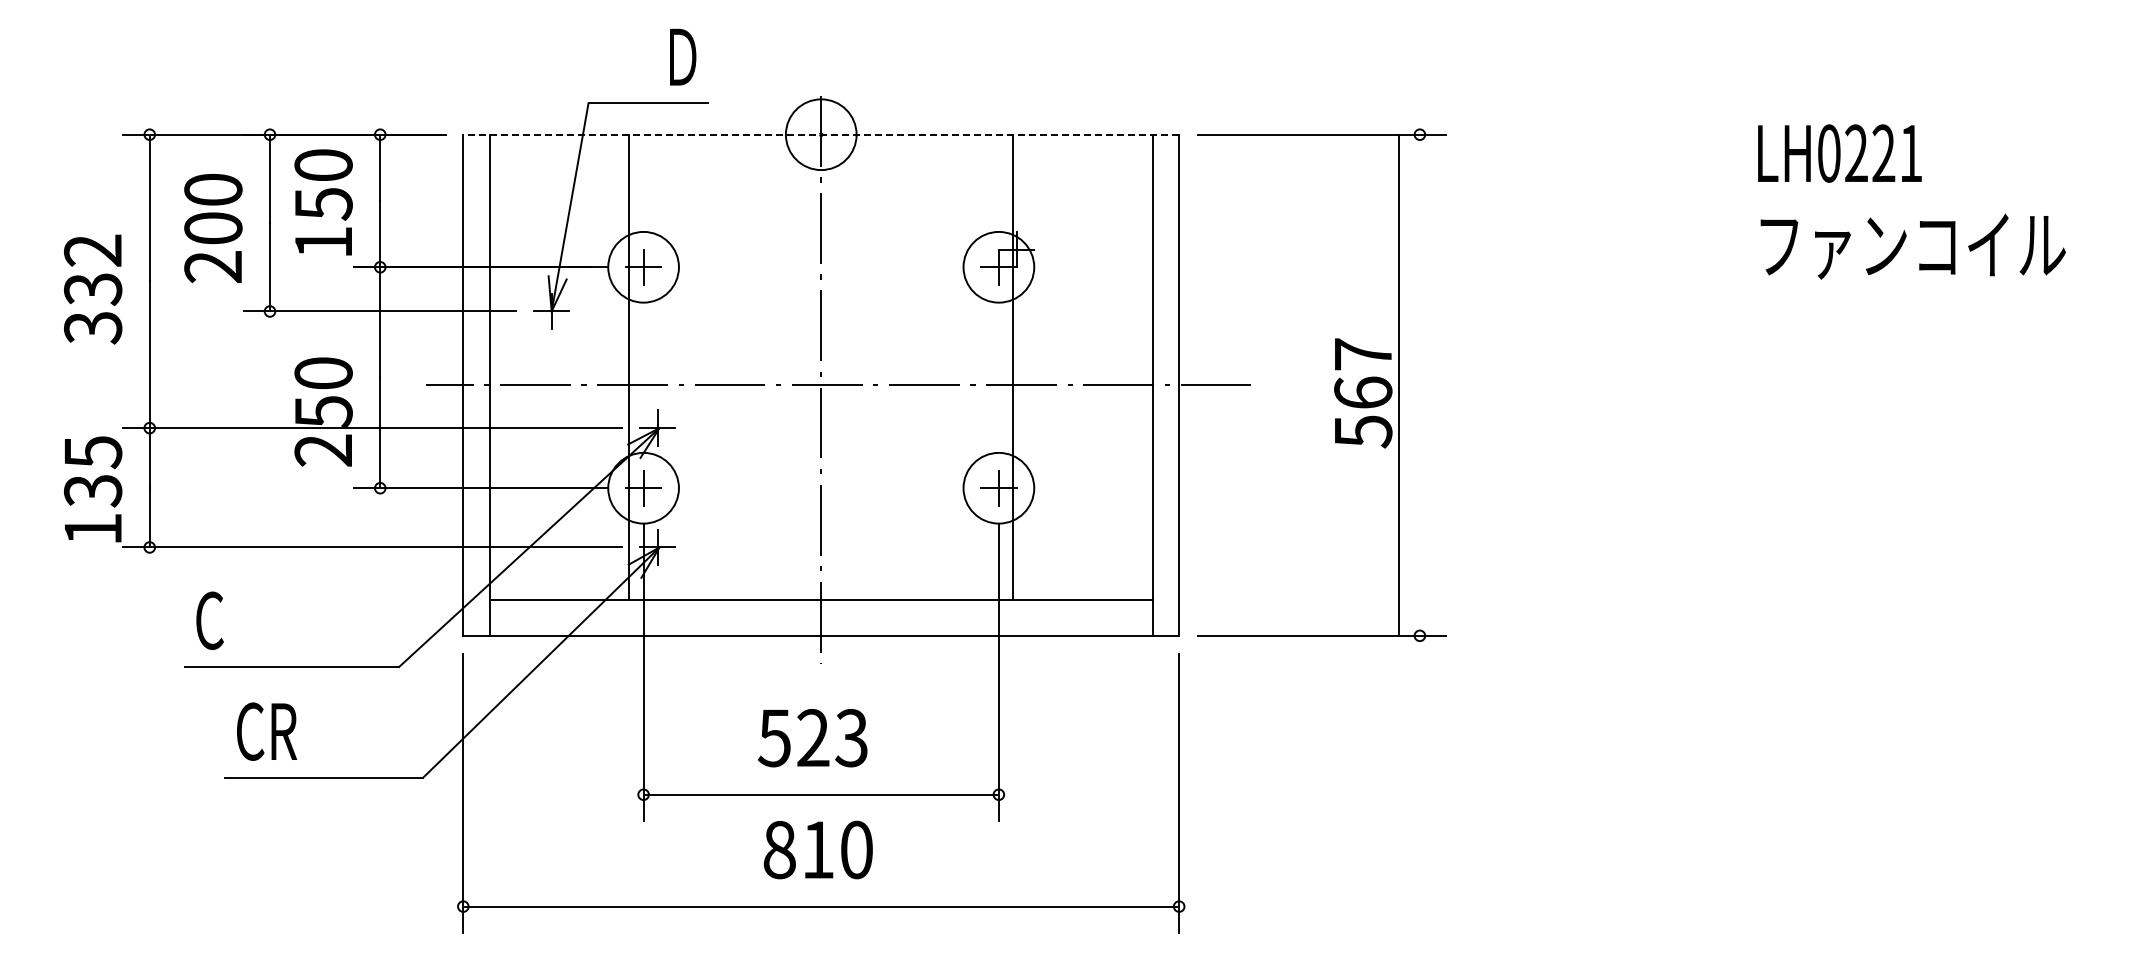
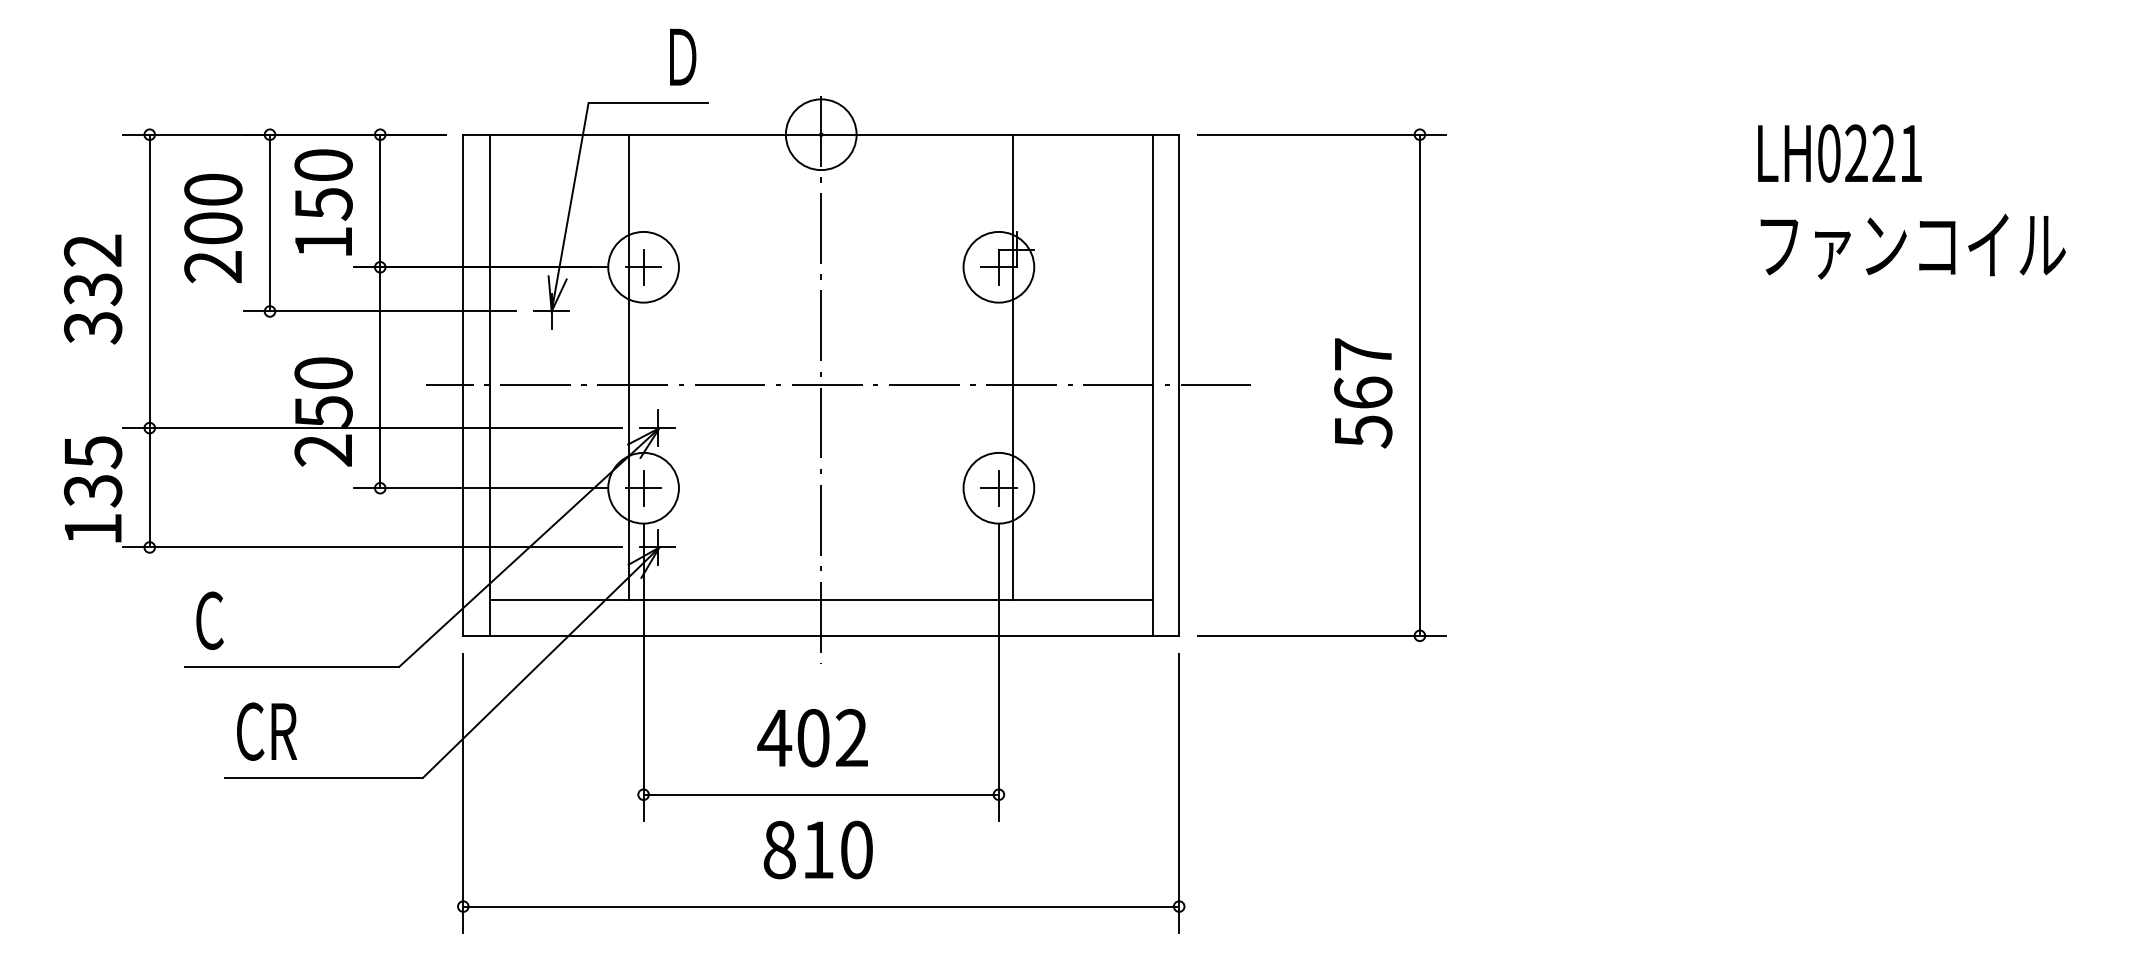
line at (821, 134): dashed -> solid
line at (1398, 385) position: (1398, 385) -> (1419, 385)
text at (812, 738): 523 -> 402
